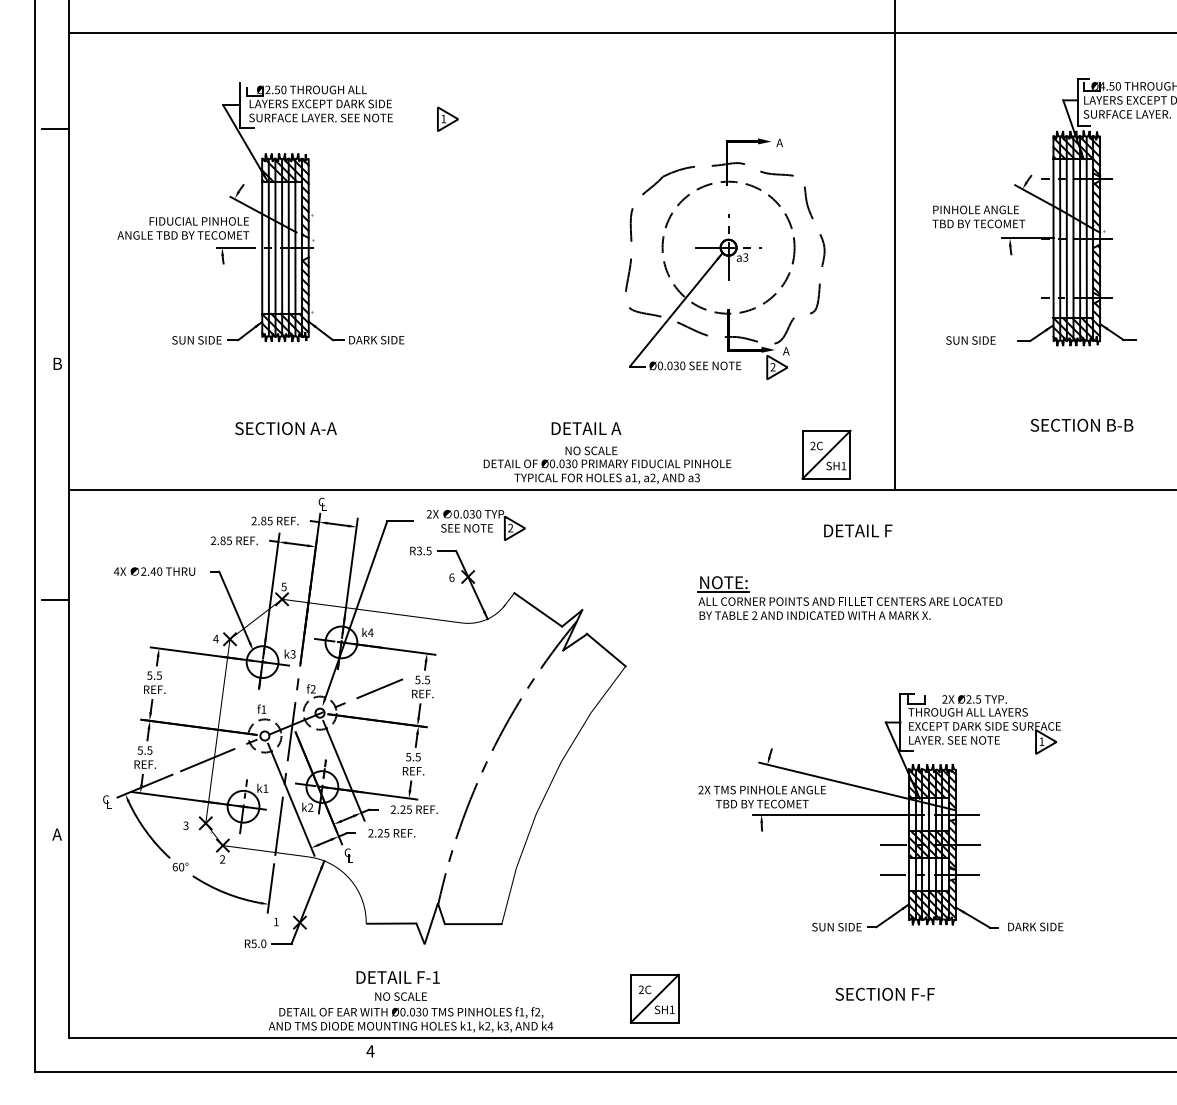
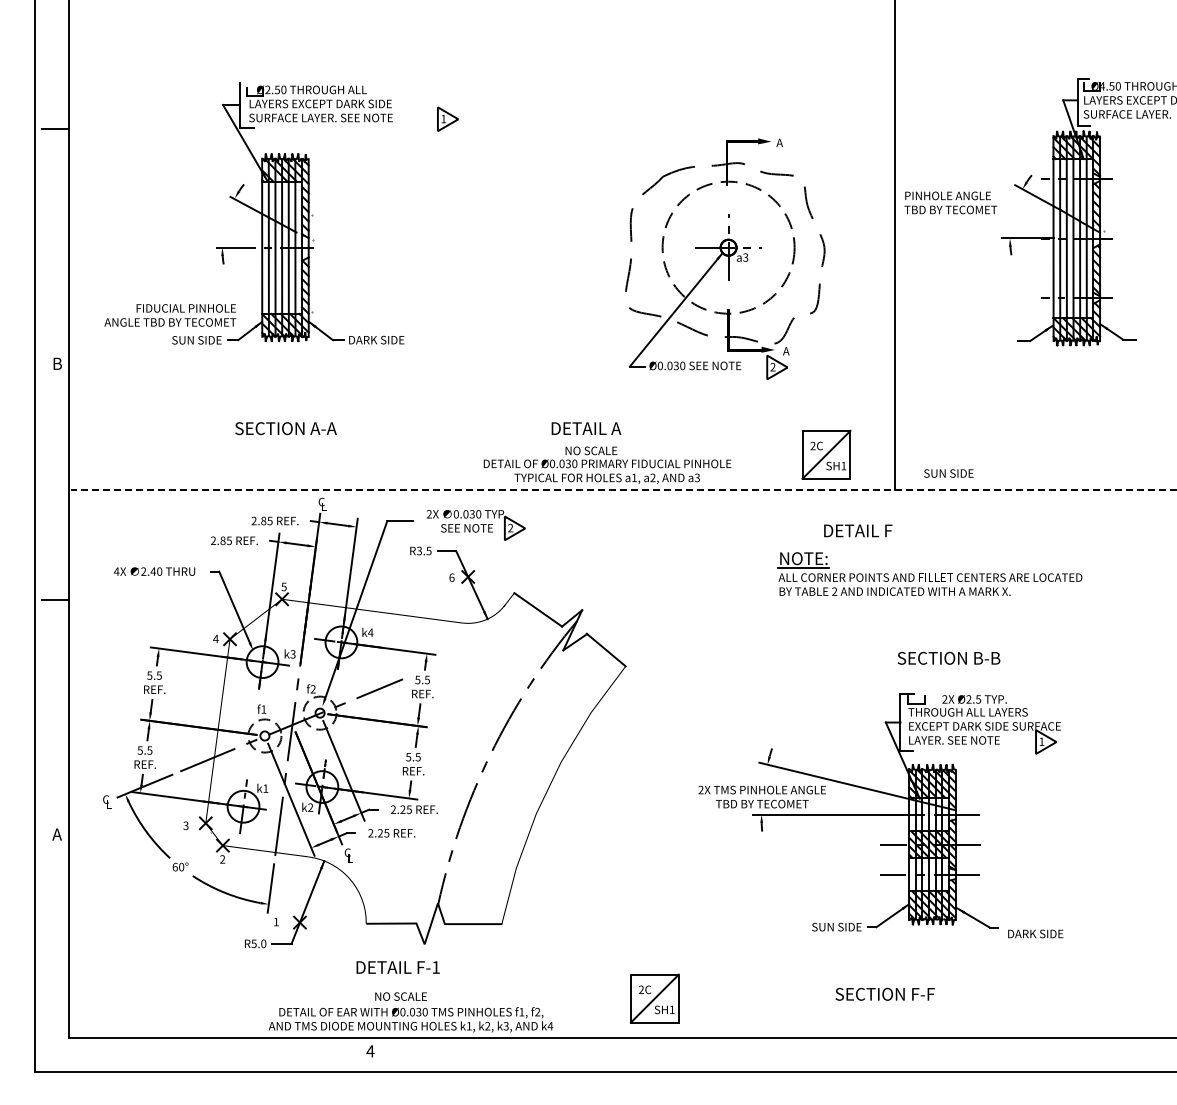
line at (621, 33): present -> none
text at (978, 216) position: (978, 216) -> (950, 202)
text at (183, 228) position: (183, 228) -> (170, 315)
text at (970, 340) position: (970, 340) -> (948, 473)
text at (1081, 424) position: (1081, 424) -> (948, 657)
line at (623, 489): solid -> dashed
part at (849, 597) position: (849, 597) -> (929, 573)
text at (1035, 926) position: (1035, 926) -> (1035, 933)
text at (397, 977) position: (397, 977) -> (397, 967)
